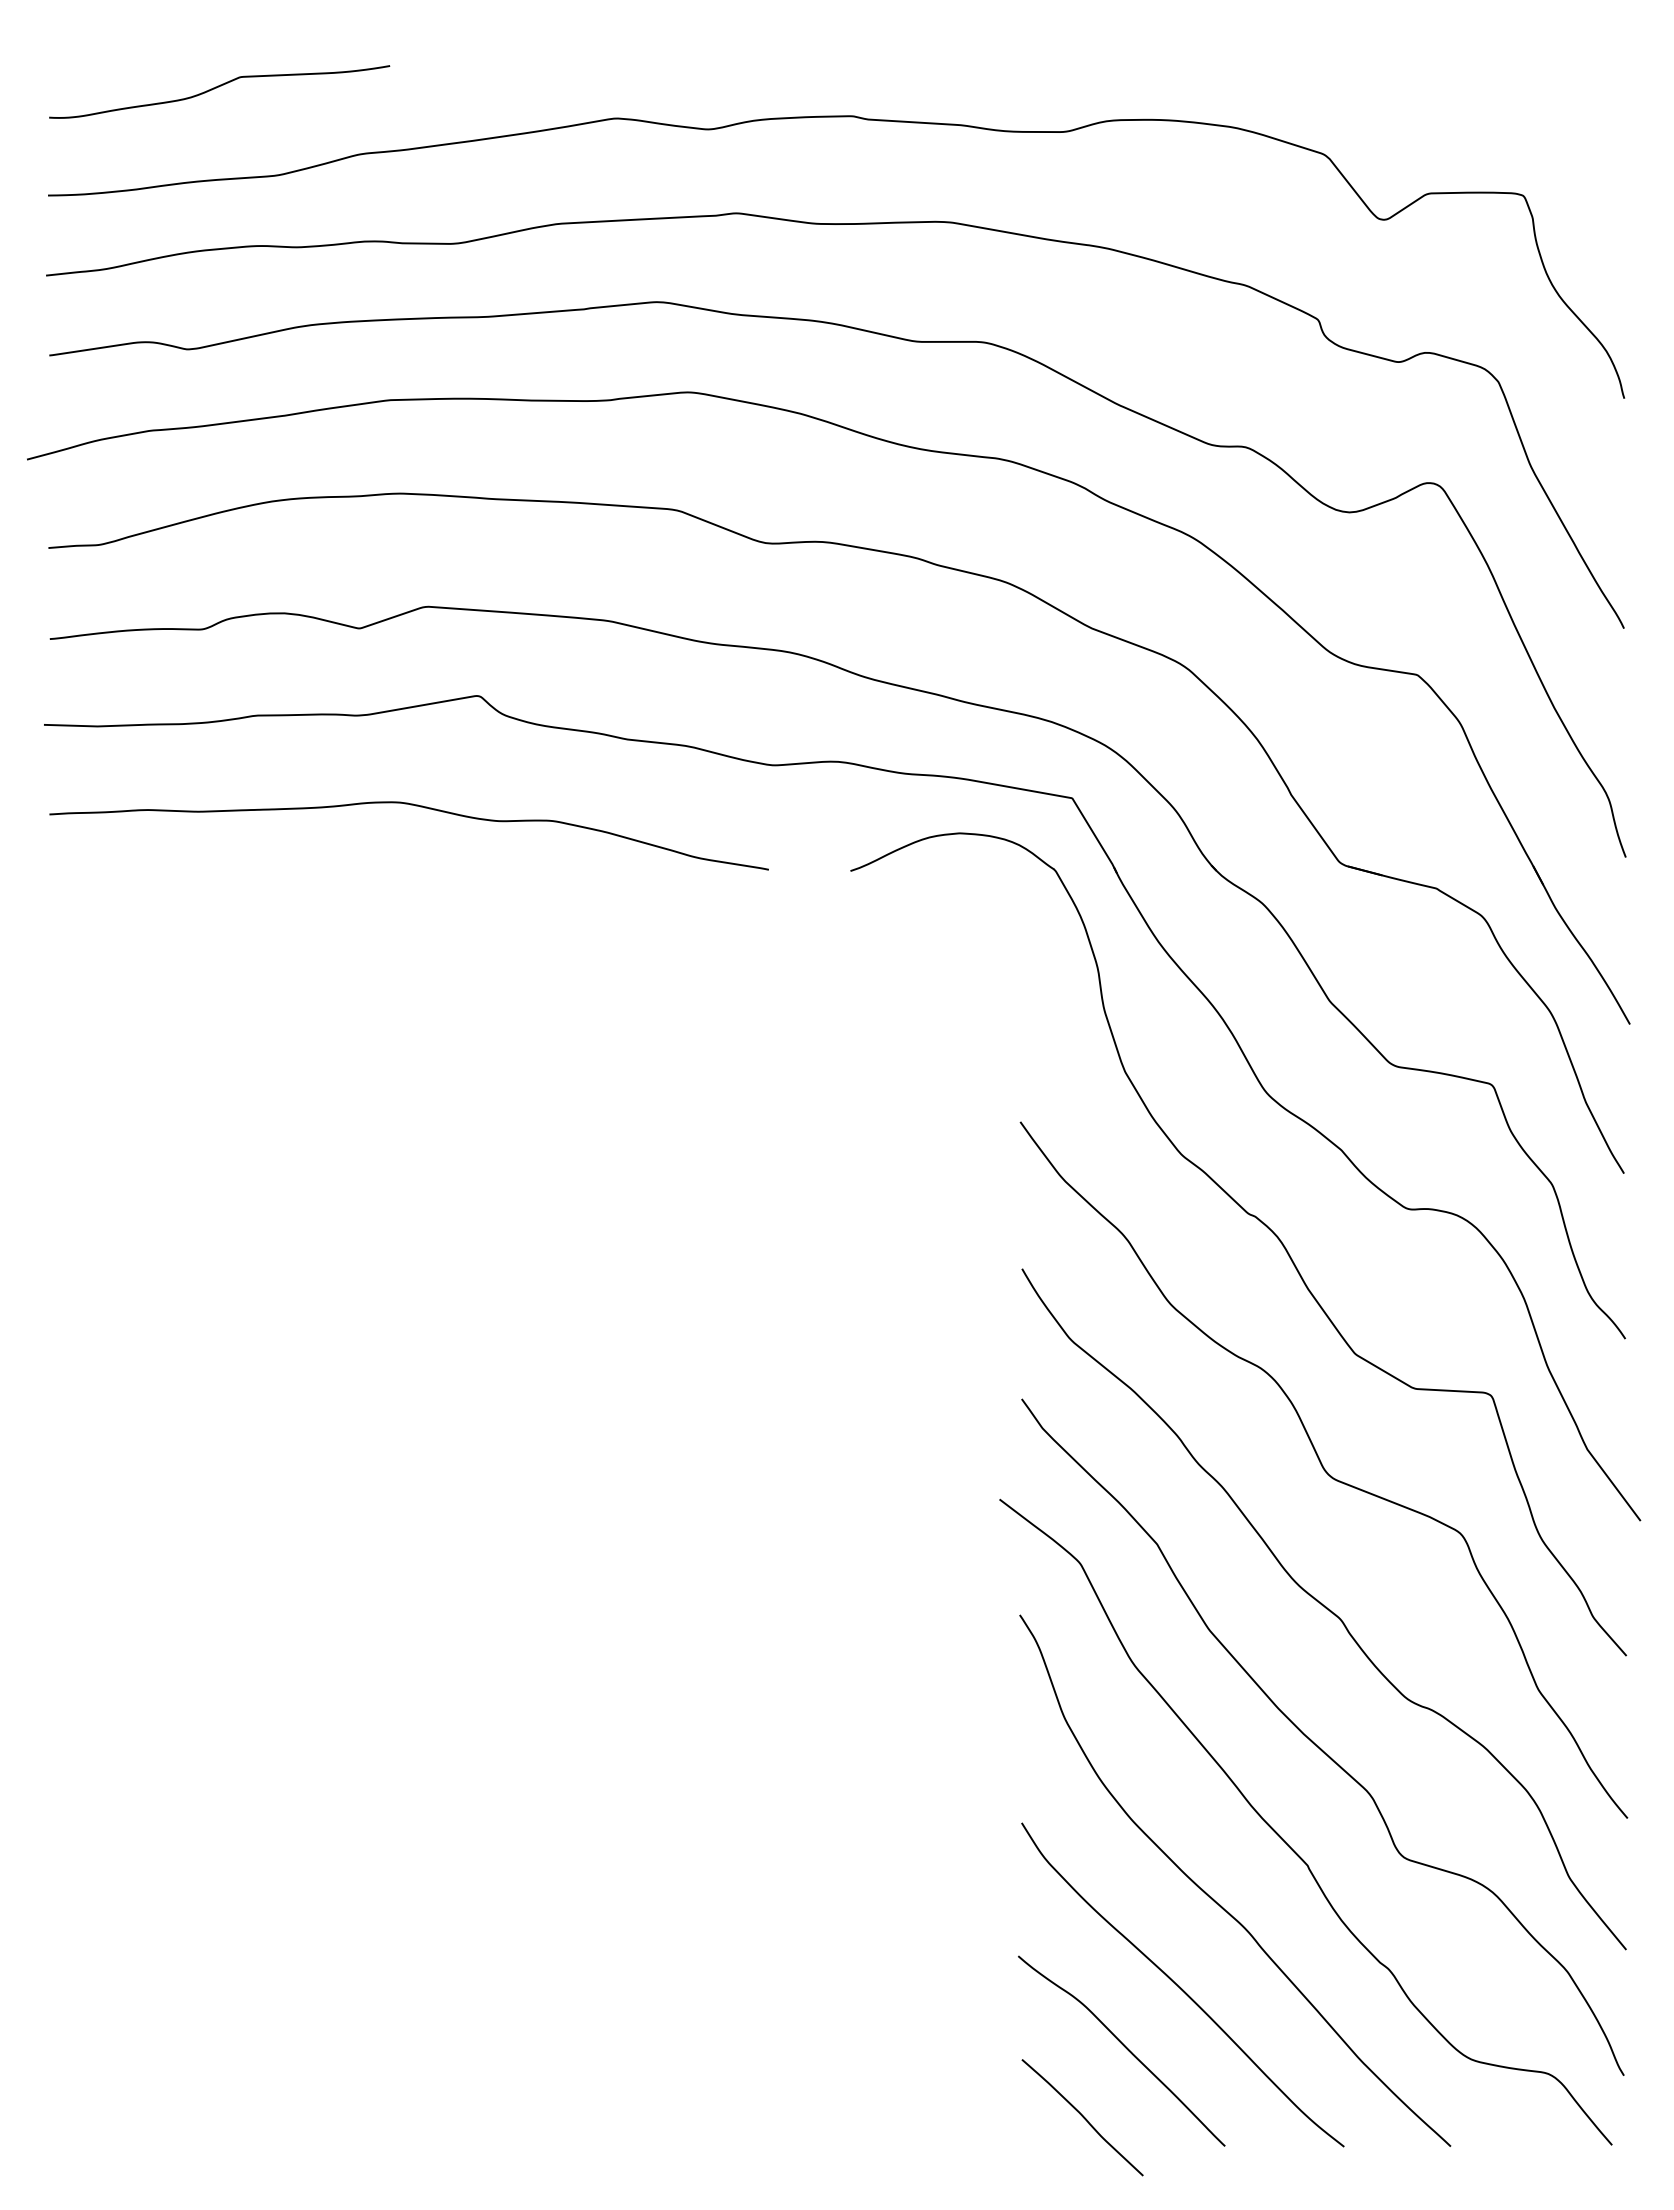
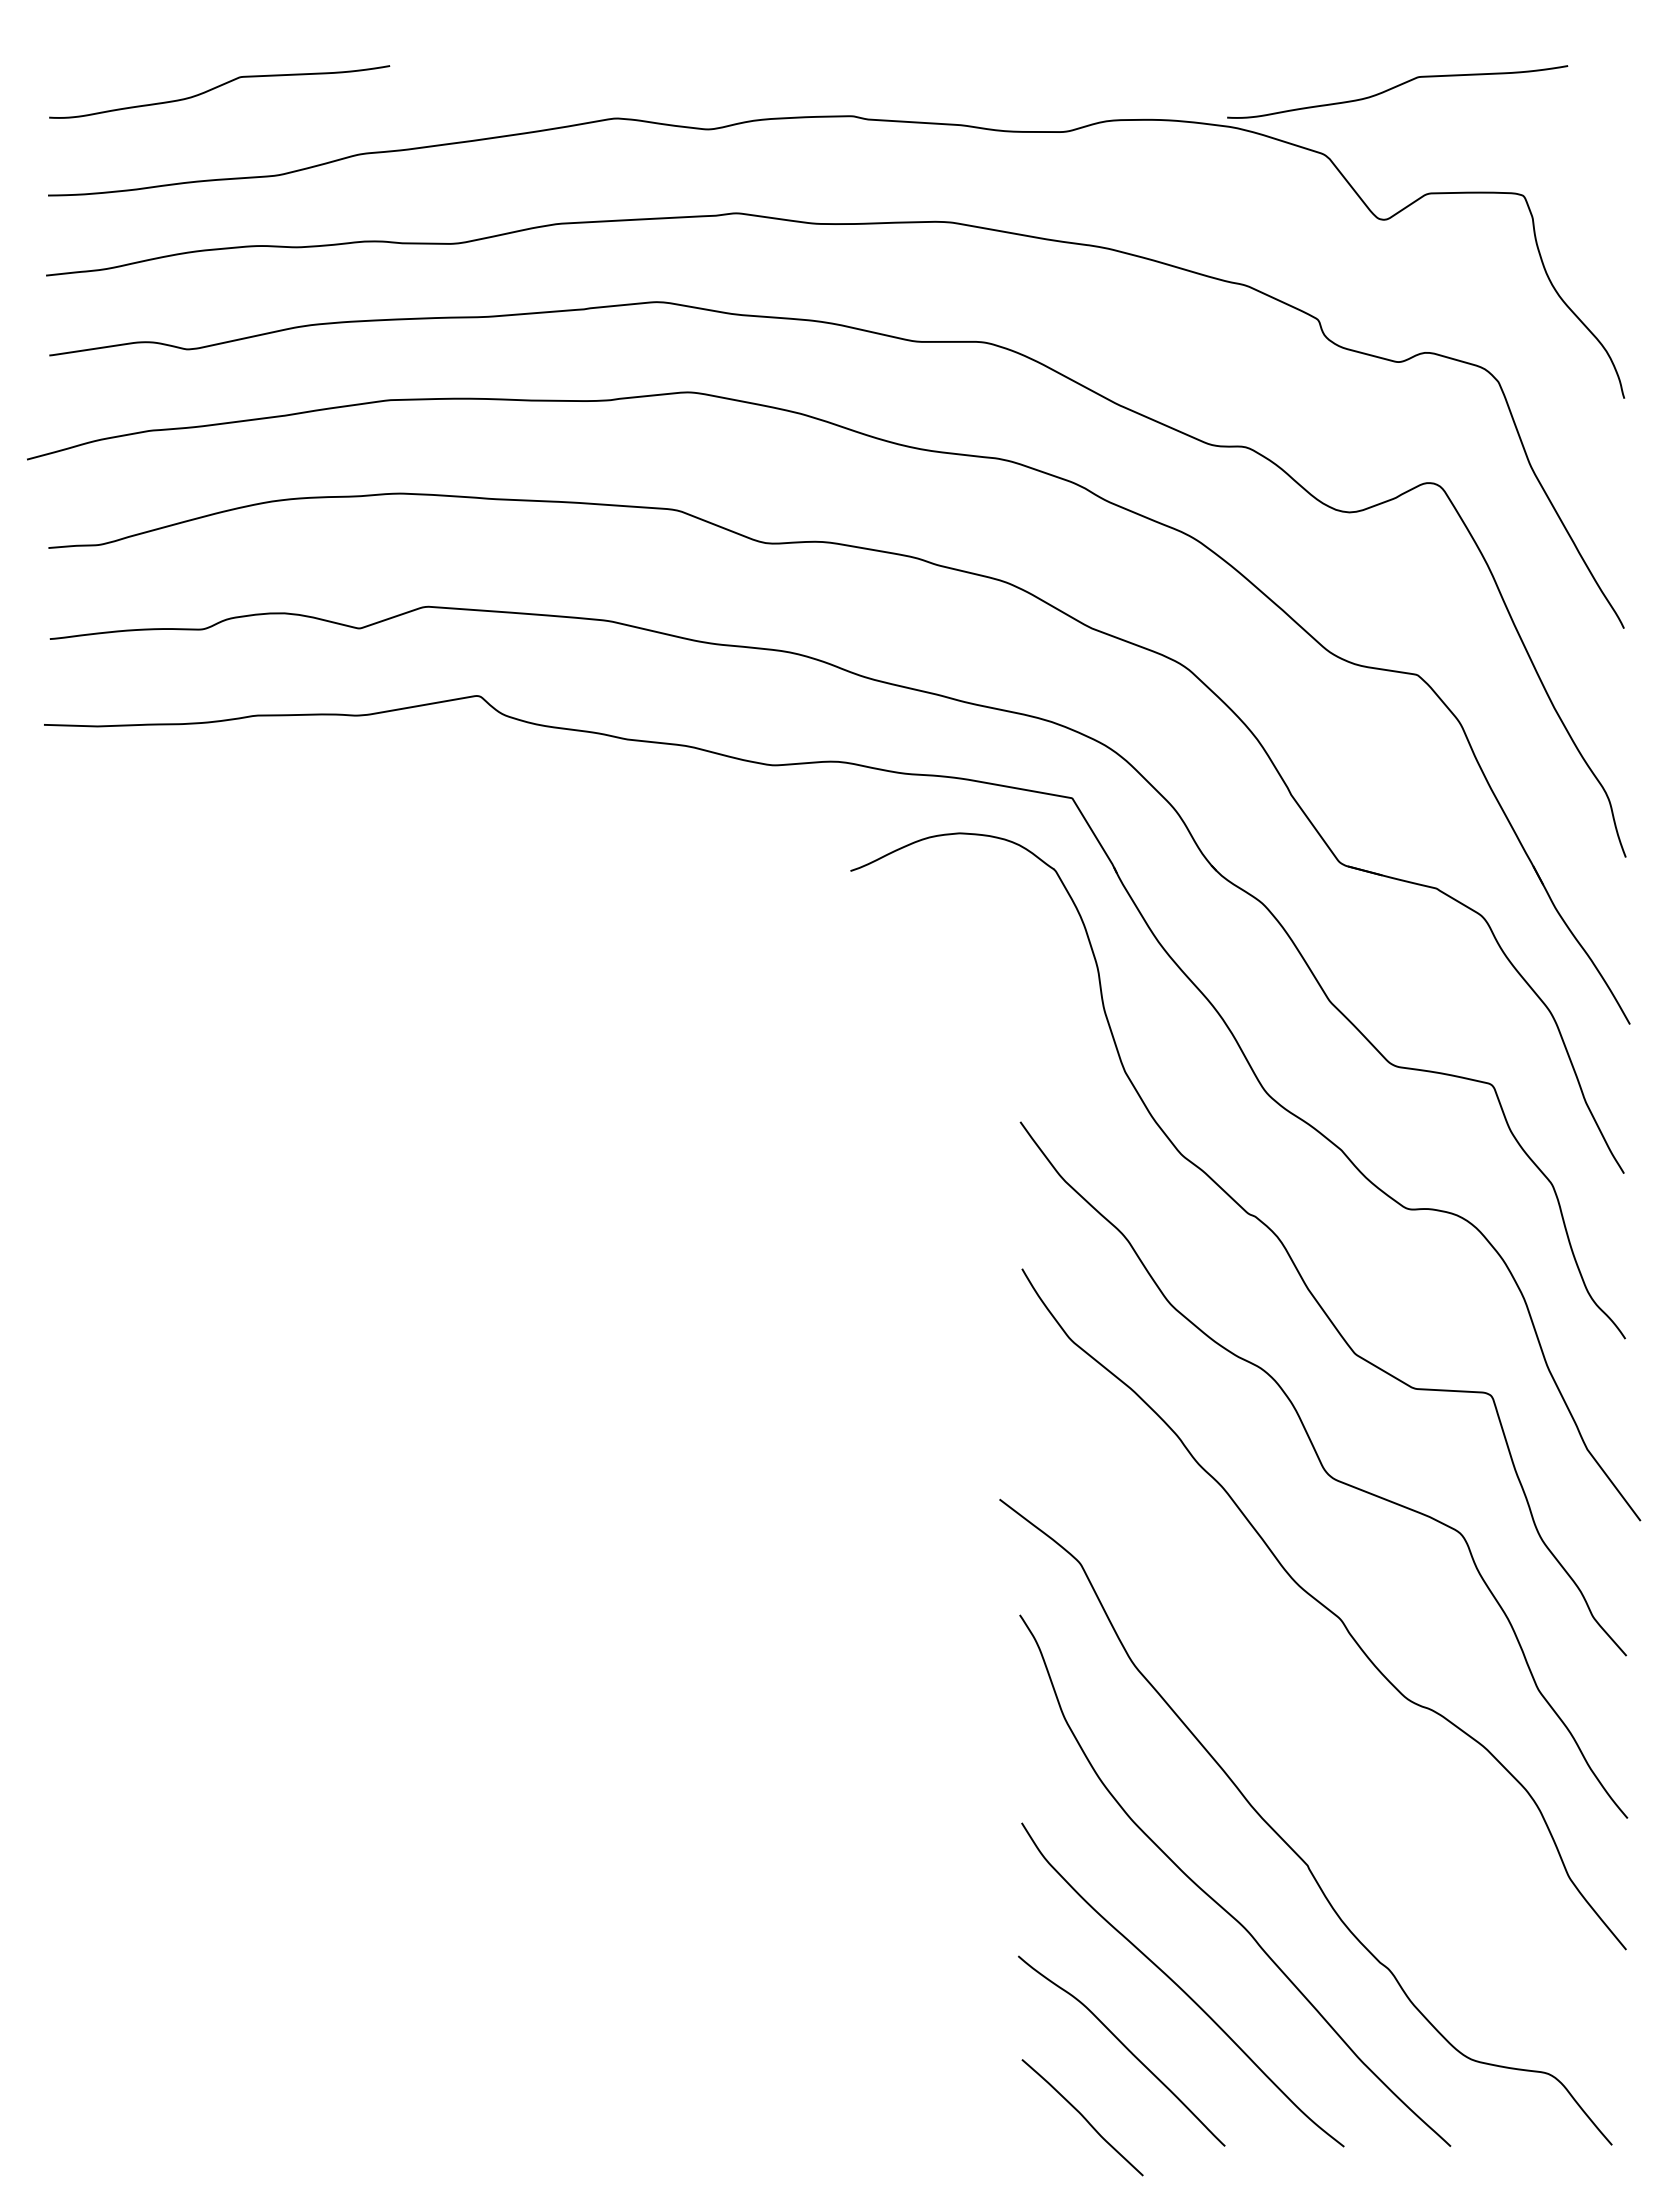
curve at (1397, 87): none -> present
curve at (415, 806): present -> none
curve at (1315, 1743): present -> none
